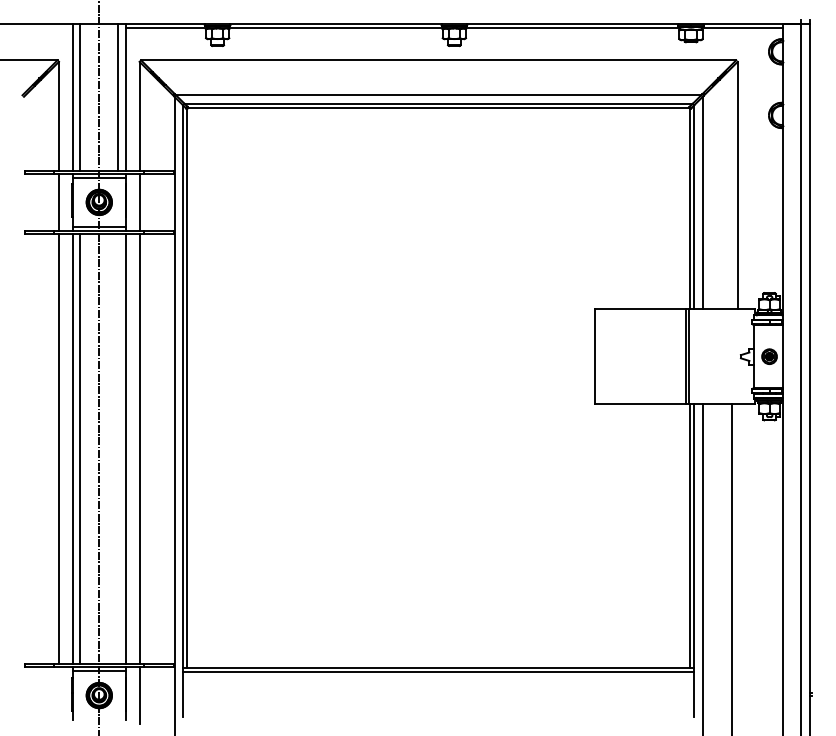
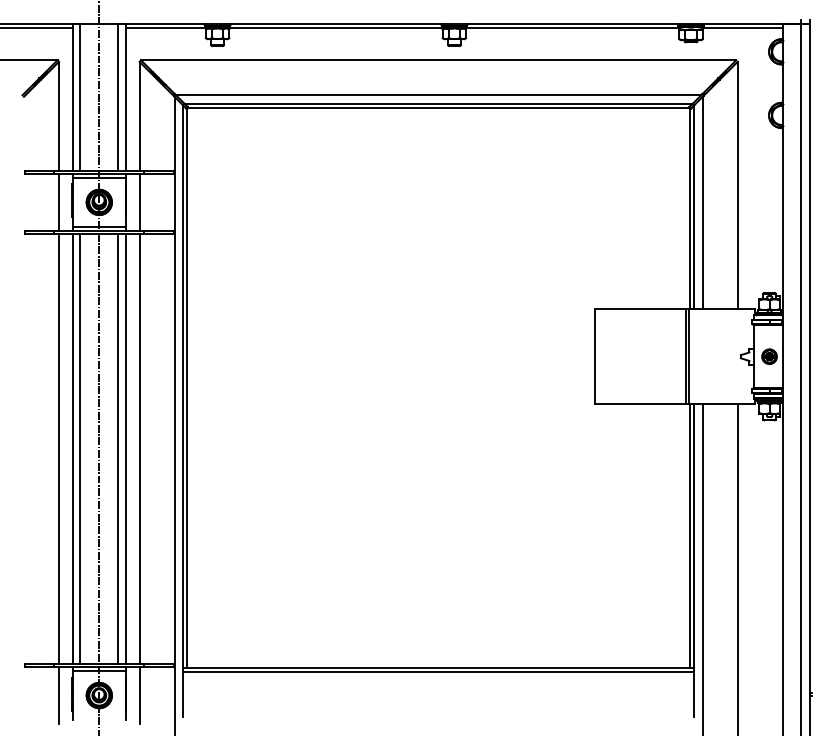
line at (37, 28): none -> present
line at (118, 448): none -> present
line at (731, 568) position: (731, 568) -> (737, 568)
line at (59, 695): none -> present
